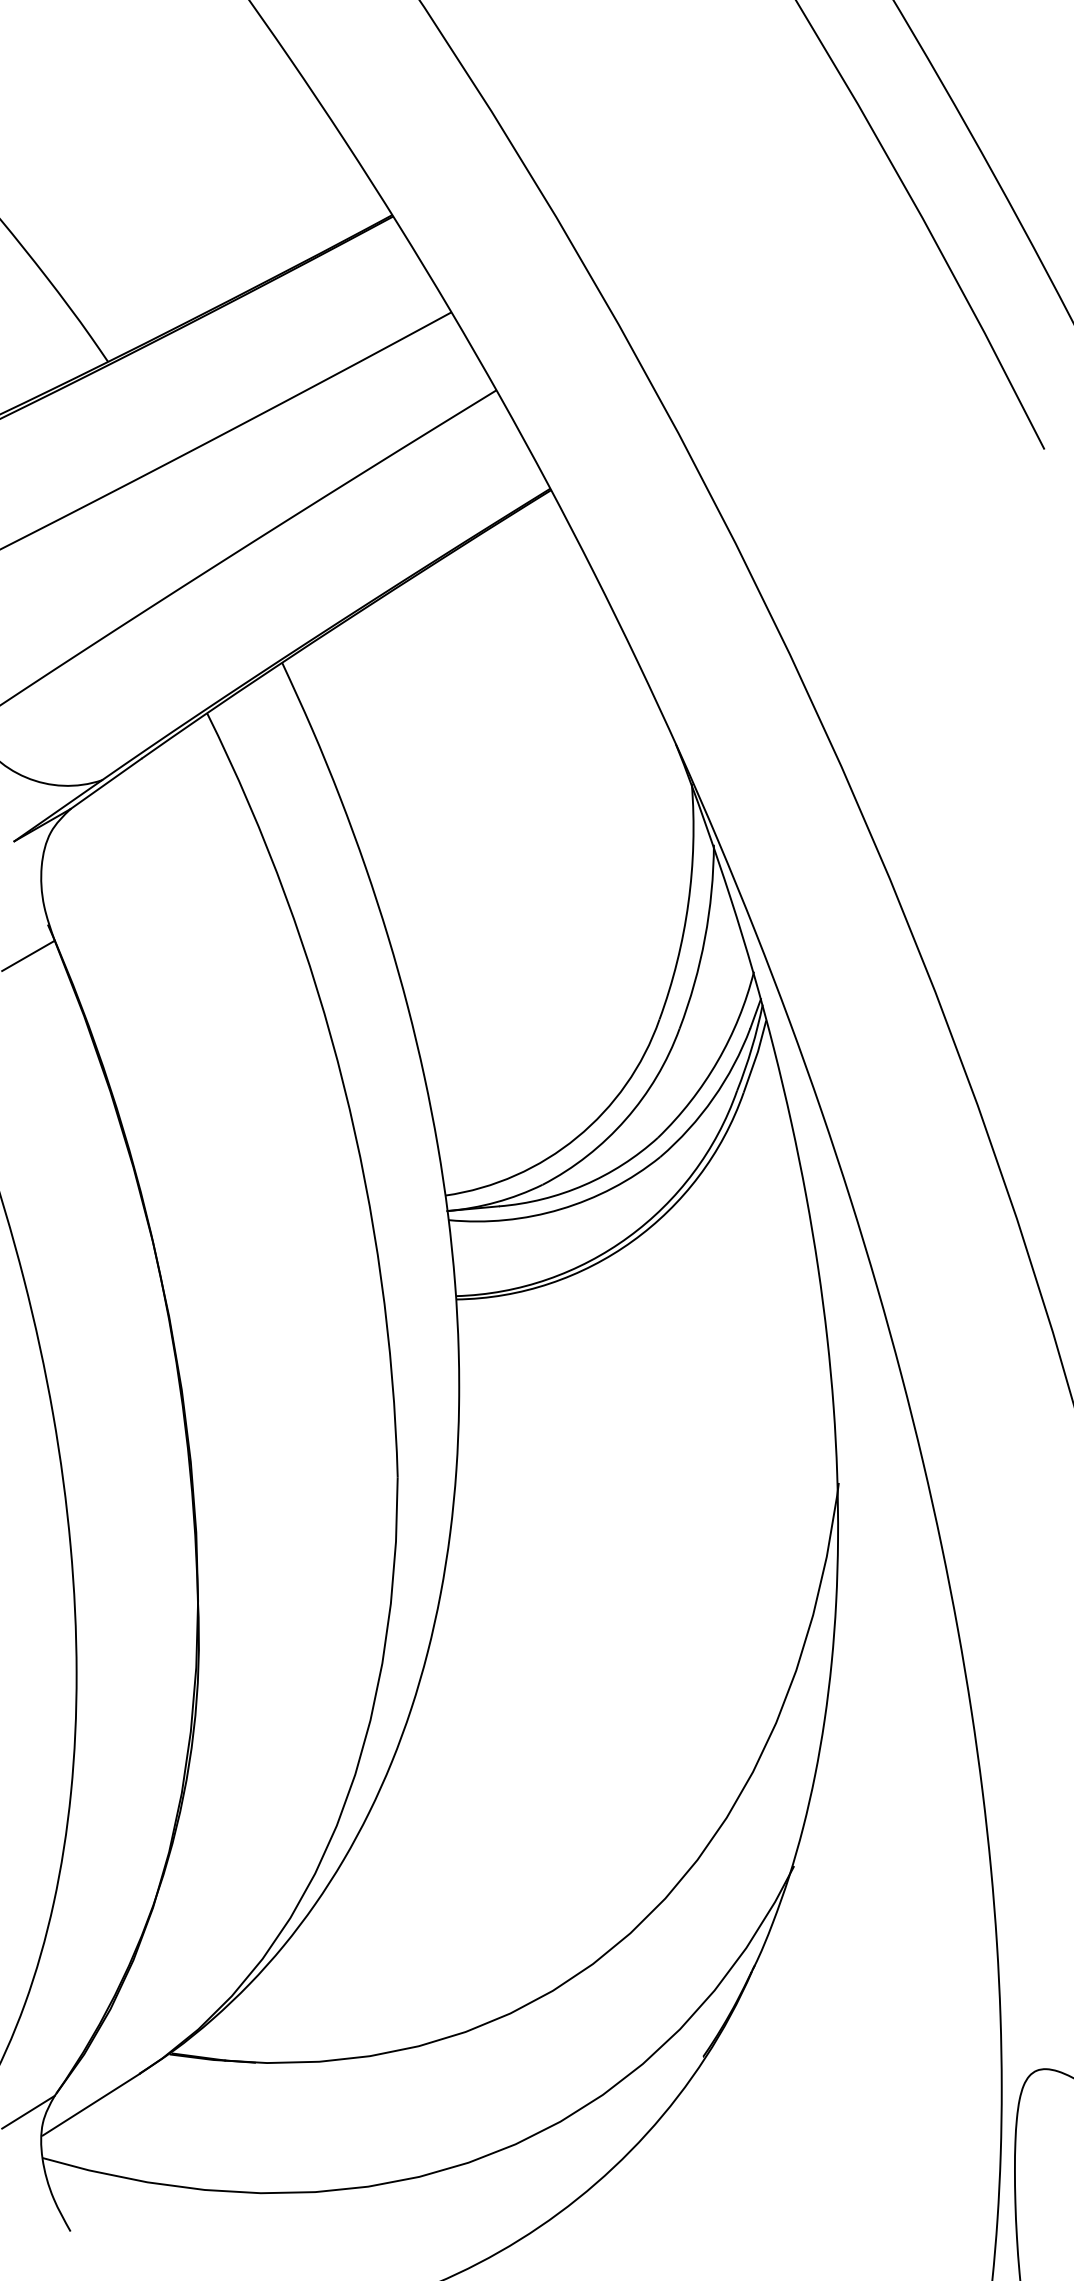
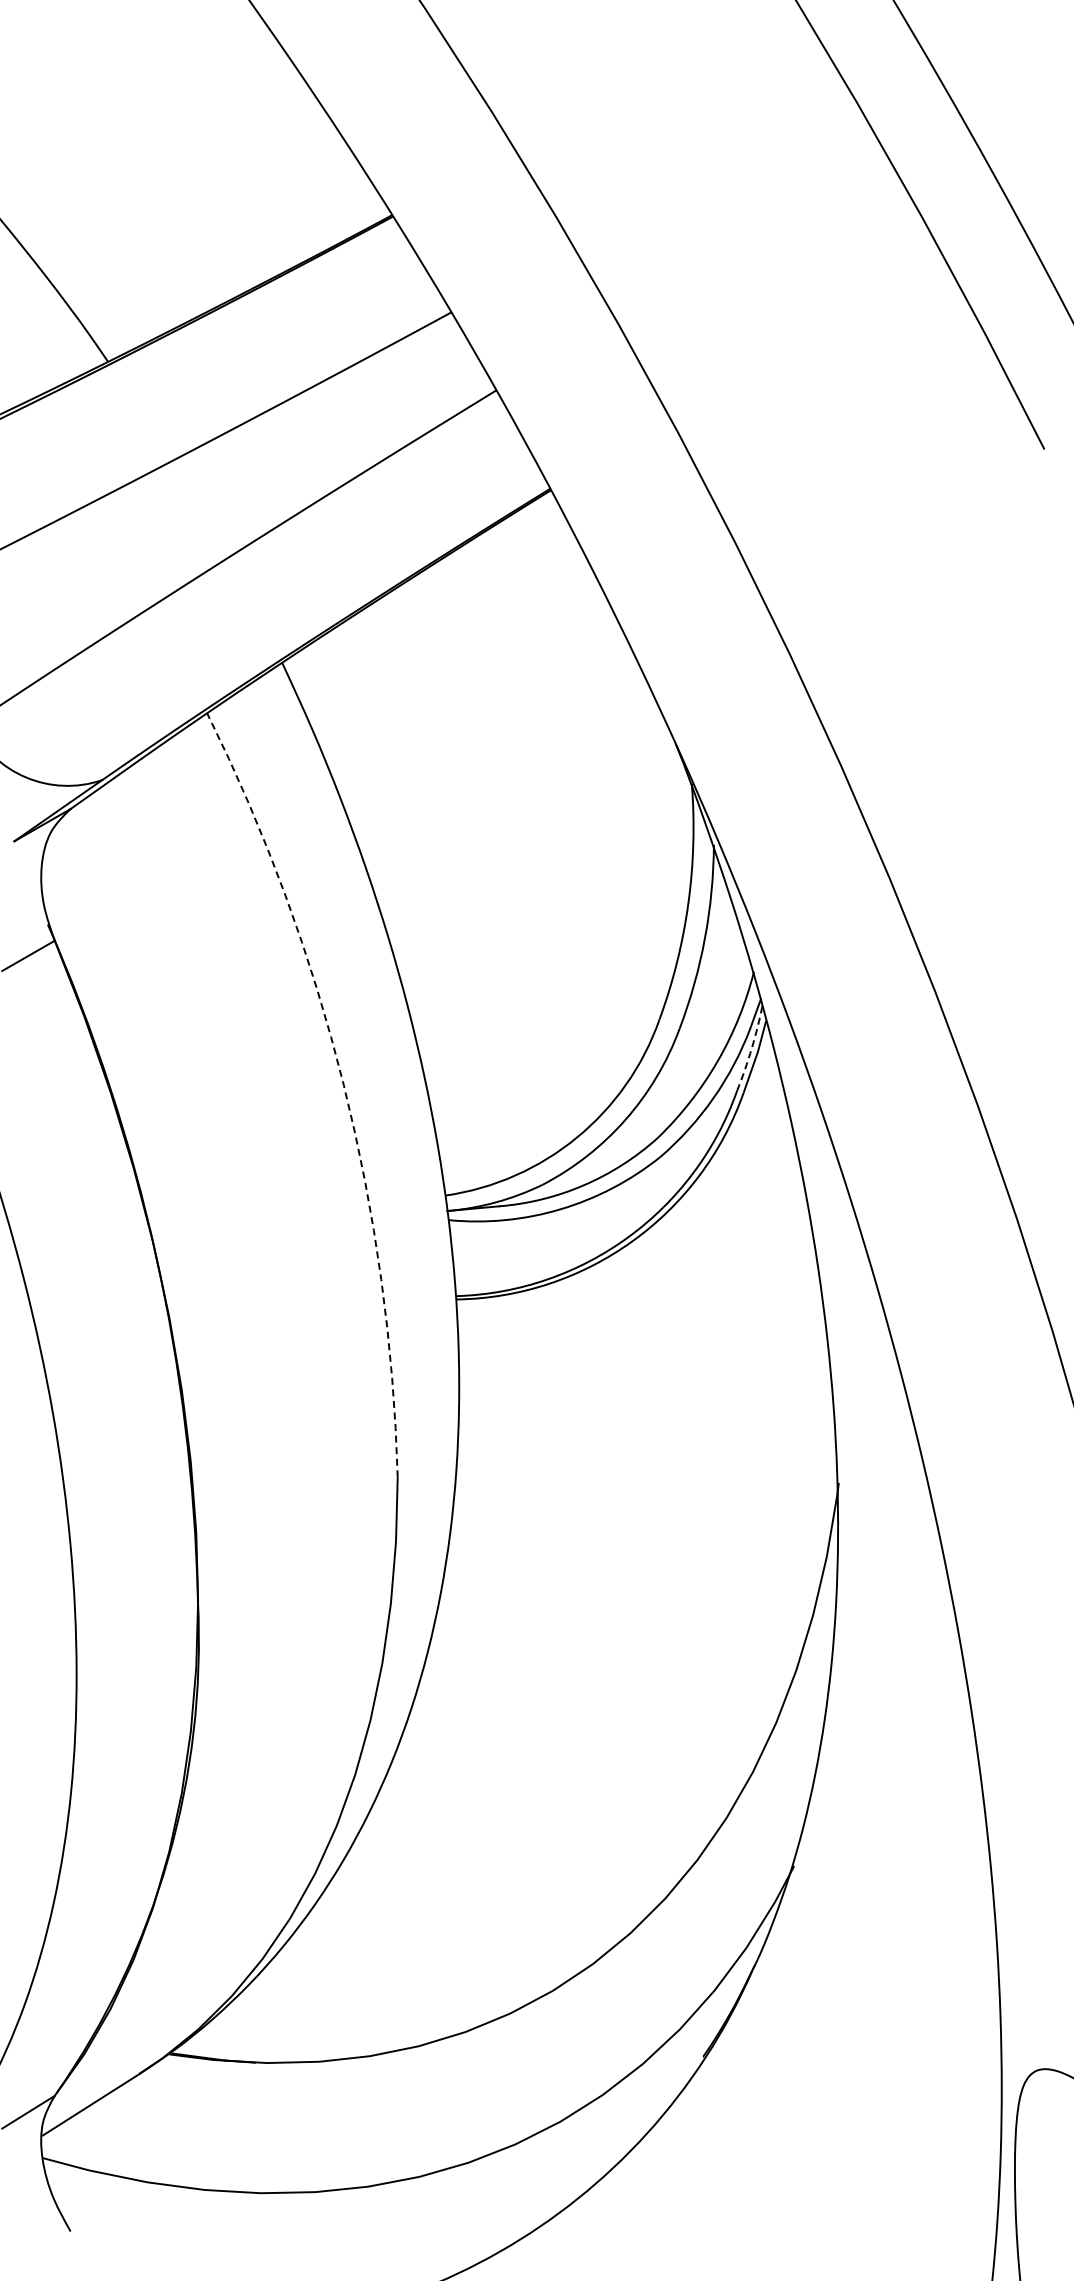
arc at (751, 1048): solid -> dashed
arc at (343, 1085): solid -> dashed
